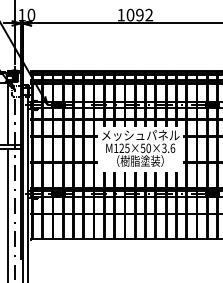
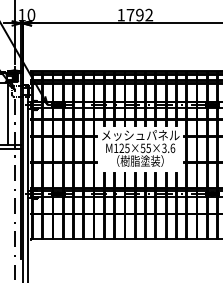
text at (130, 14): 1092 -> 1792
text at (148, 147): M125×50×3.6 -> M125×55×3.6
line at (8, 214): present -> none
